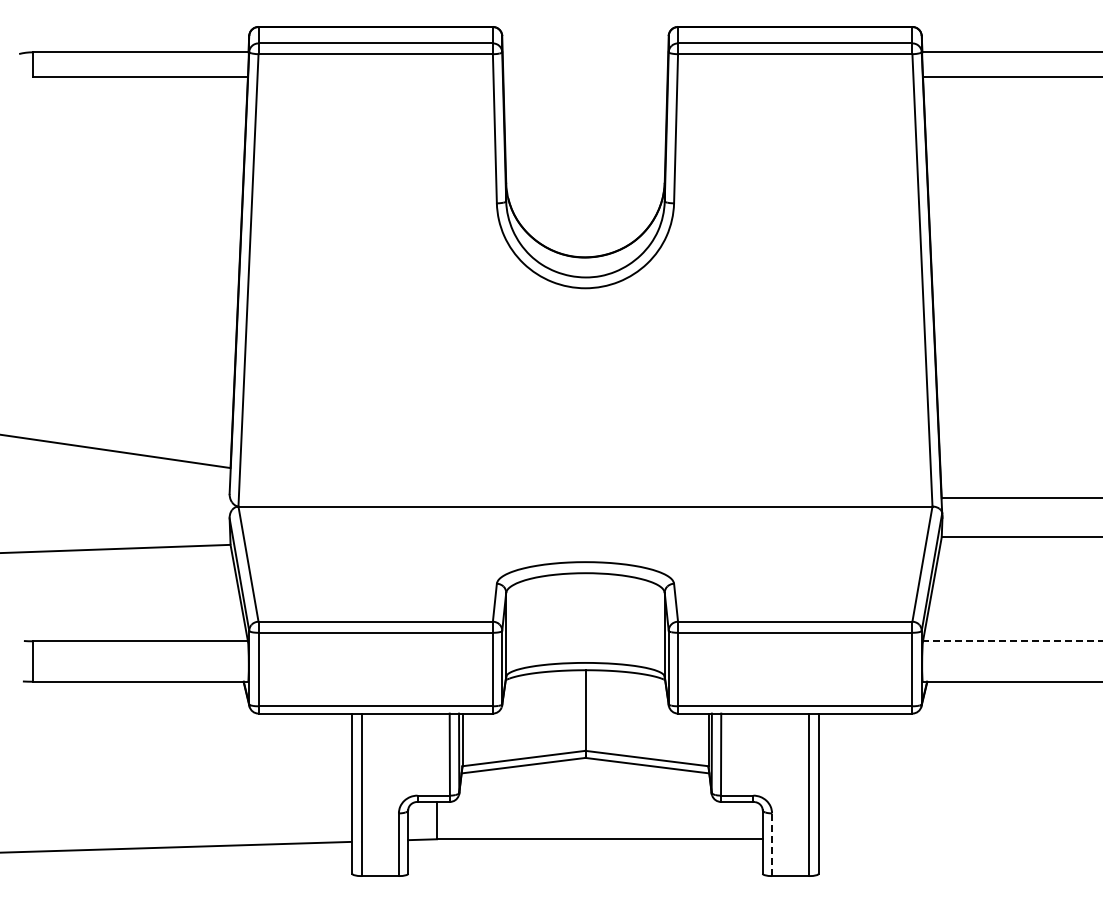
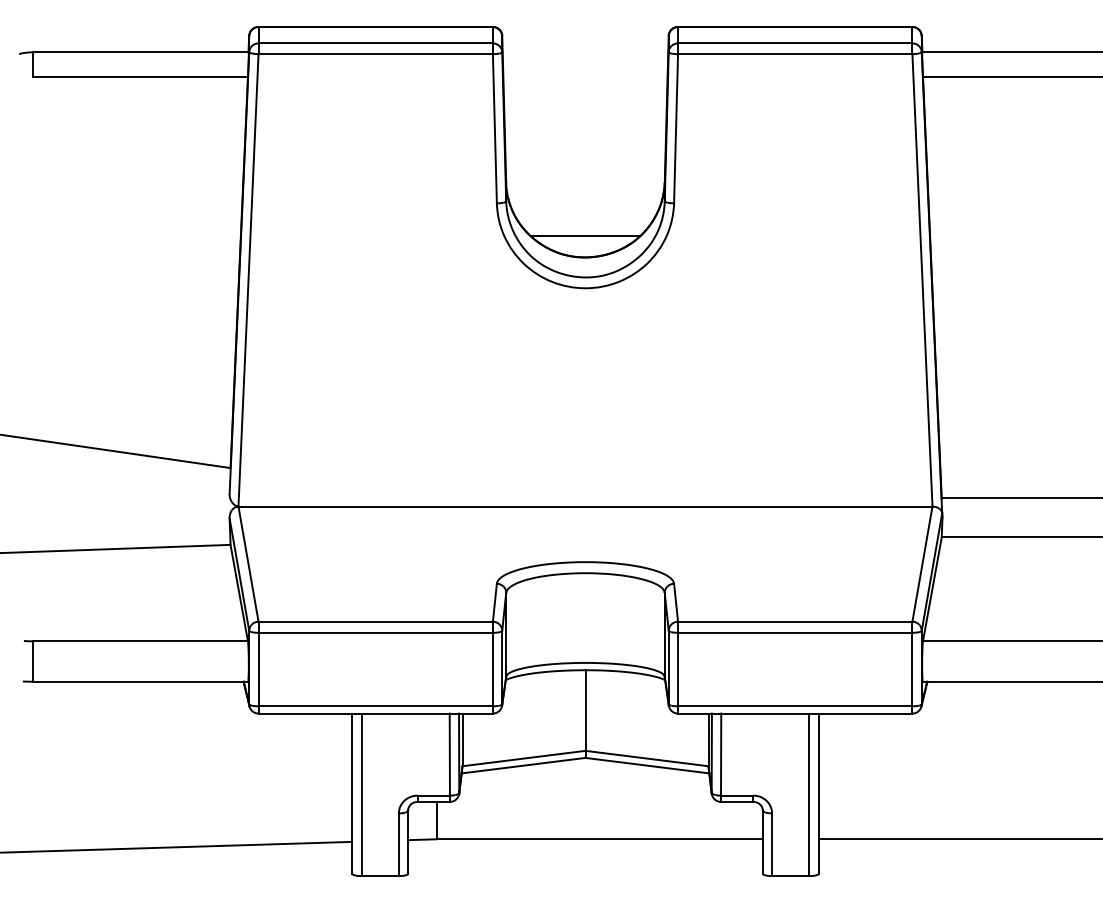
line at (585, 236): none -> present
line at (1012, 641): dashed -> solid
line at (958, 839): none -> present
line at (772, 844): dashed -> solid
